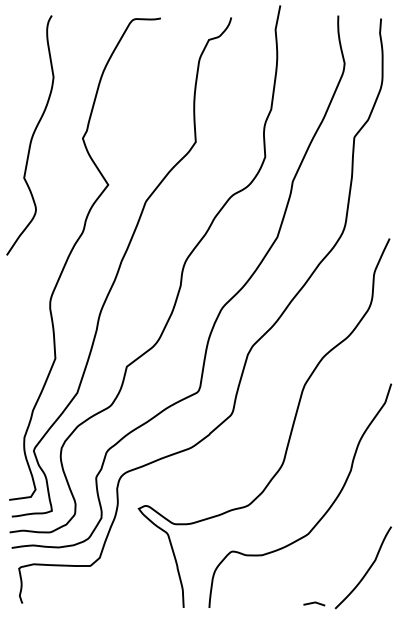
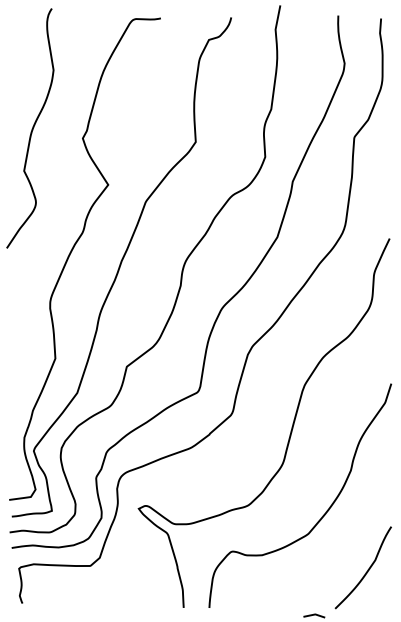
curve at (31, 136) position: (31, 136) -> (31, 129)
curve at (314, 603) position: (314, 603) -> (314, 615)
